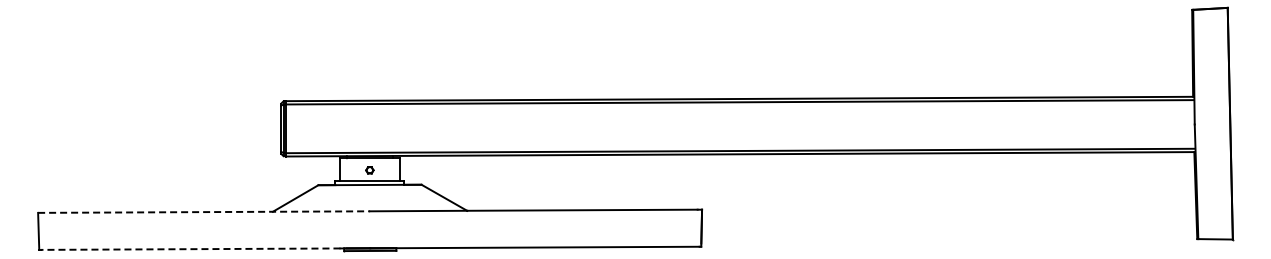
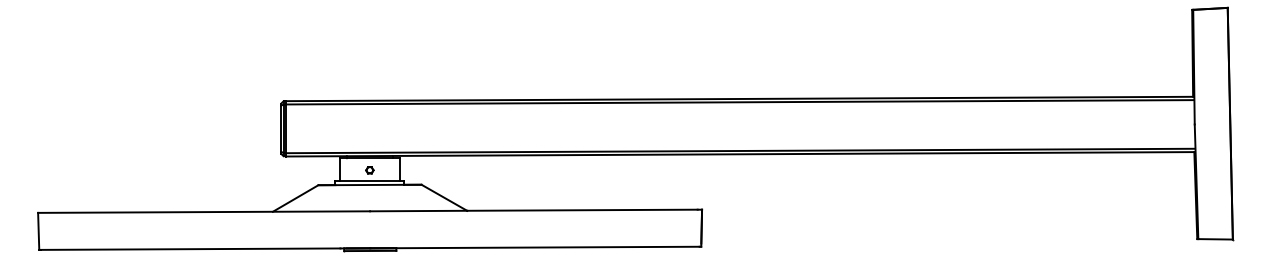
line at (204, 212): dashed -> solid
line at (190, 249): dashed -> solid
